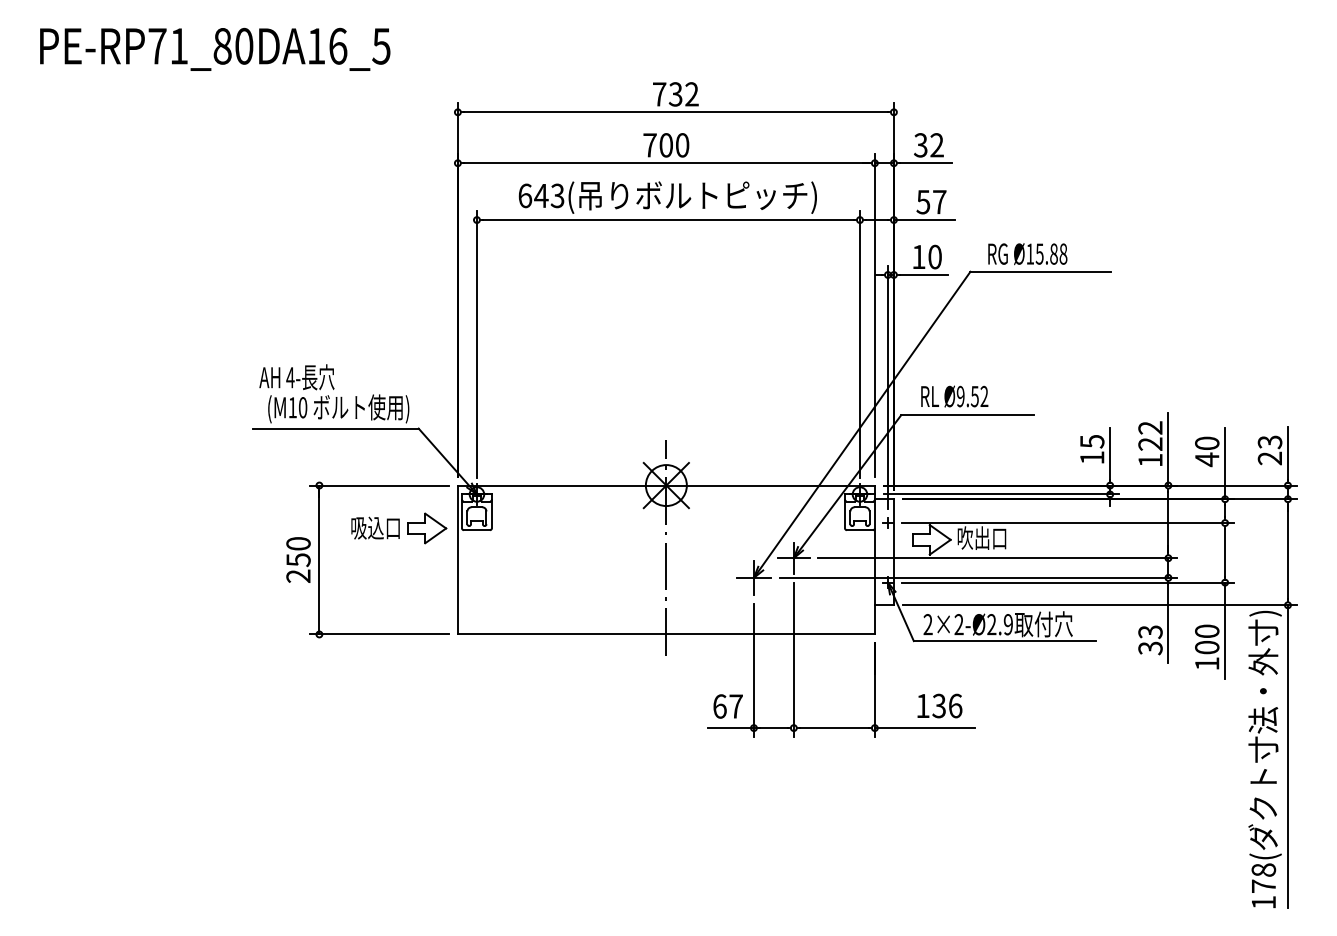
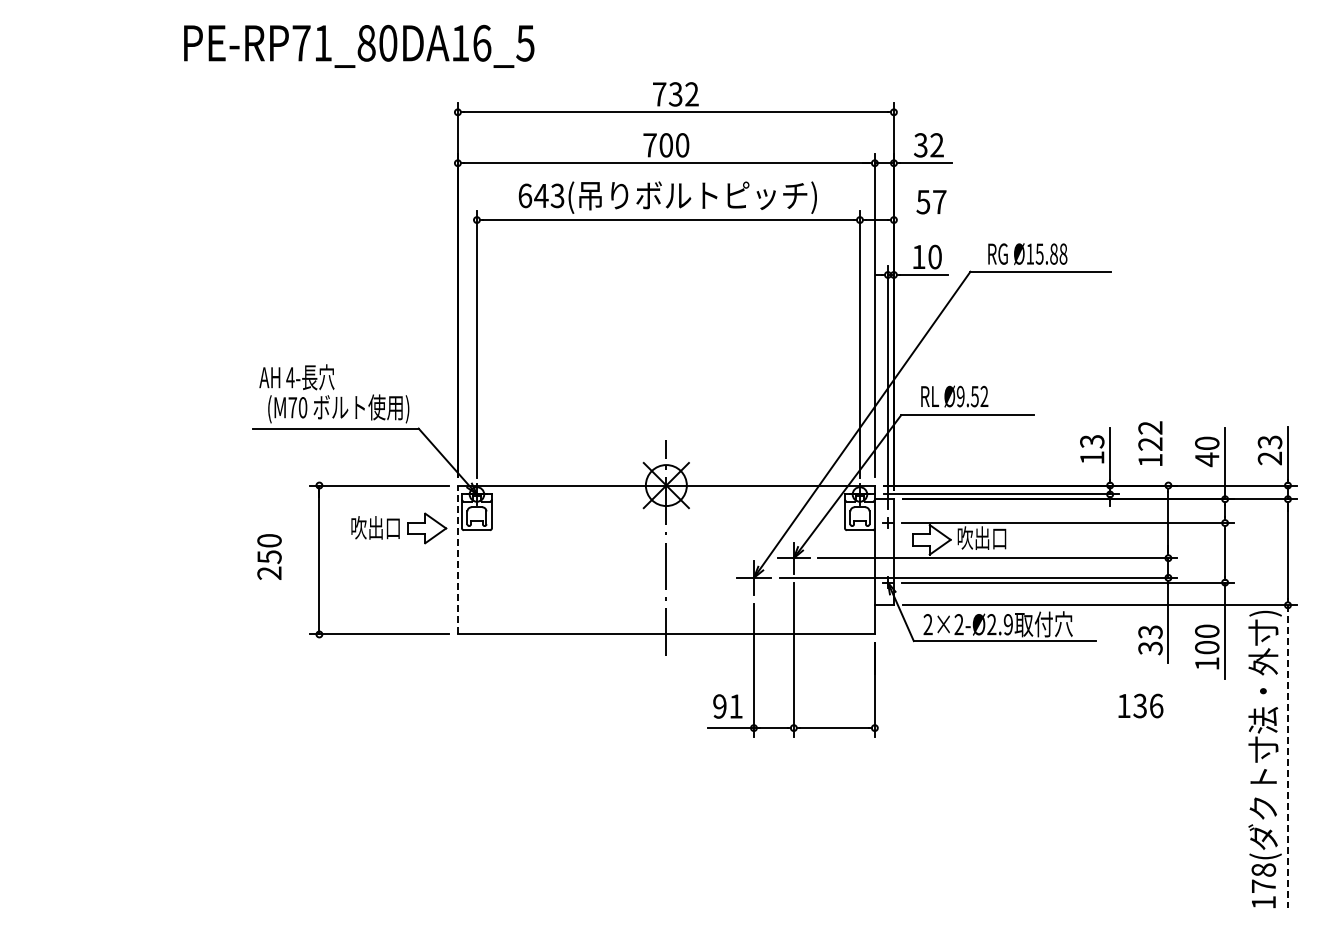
text at (215, 48) position: (215, 48) -> (359, 45)
line at (923, 220): present -> none
text at (292, 407): (M10 -> (M70
text at (1091, 441): 15 -> 13
line at (1168, 448): present -> none
text at (367, 527): 吸込口 -> 吹出口
text at (298, 559) position: (298, 559) -> (269, 556)
line at (457, 559): solid -> dashed
text at (939, 705) position: (939, 705) -> (1140, 705)
text at (727, 706): 67 -> 91
line at (924, 728): present -> none
line at (1287, 756): solid -> dashed
